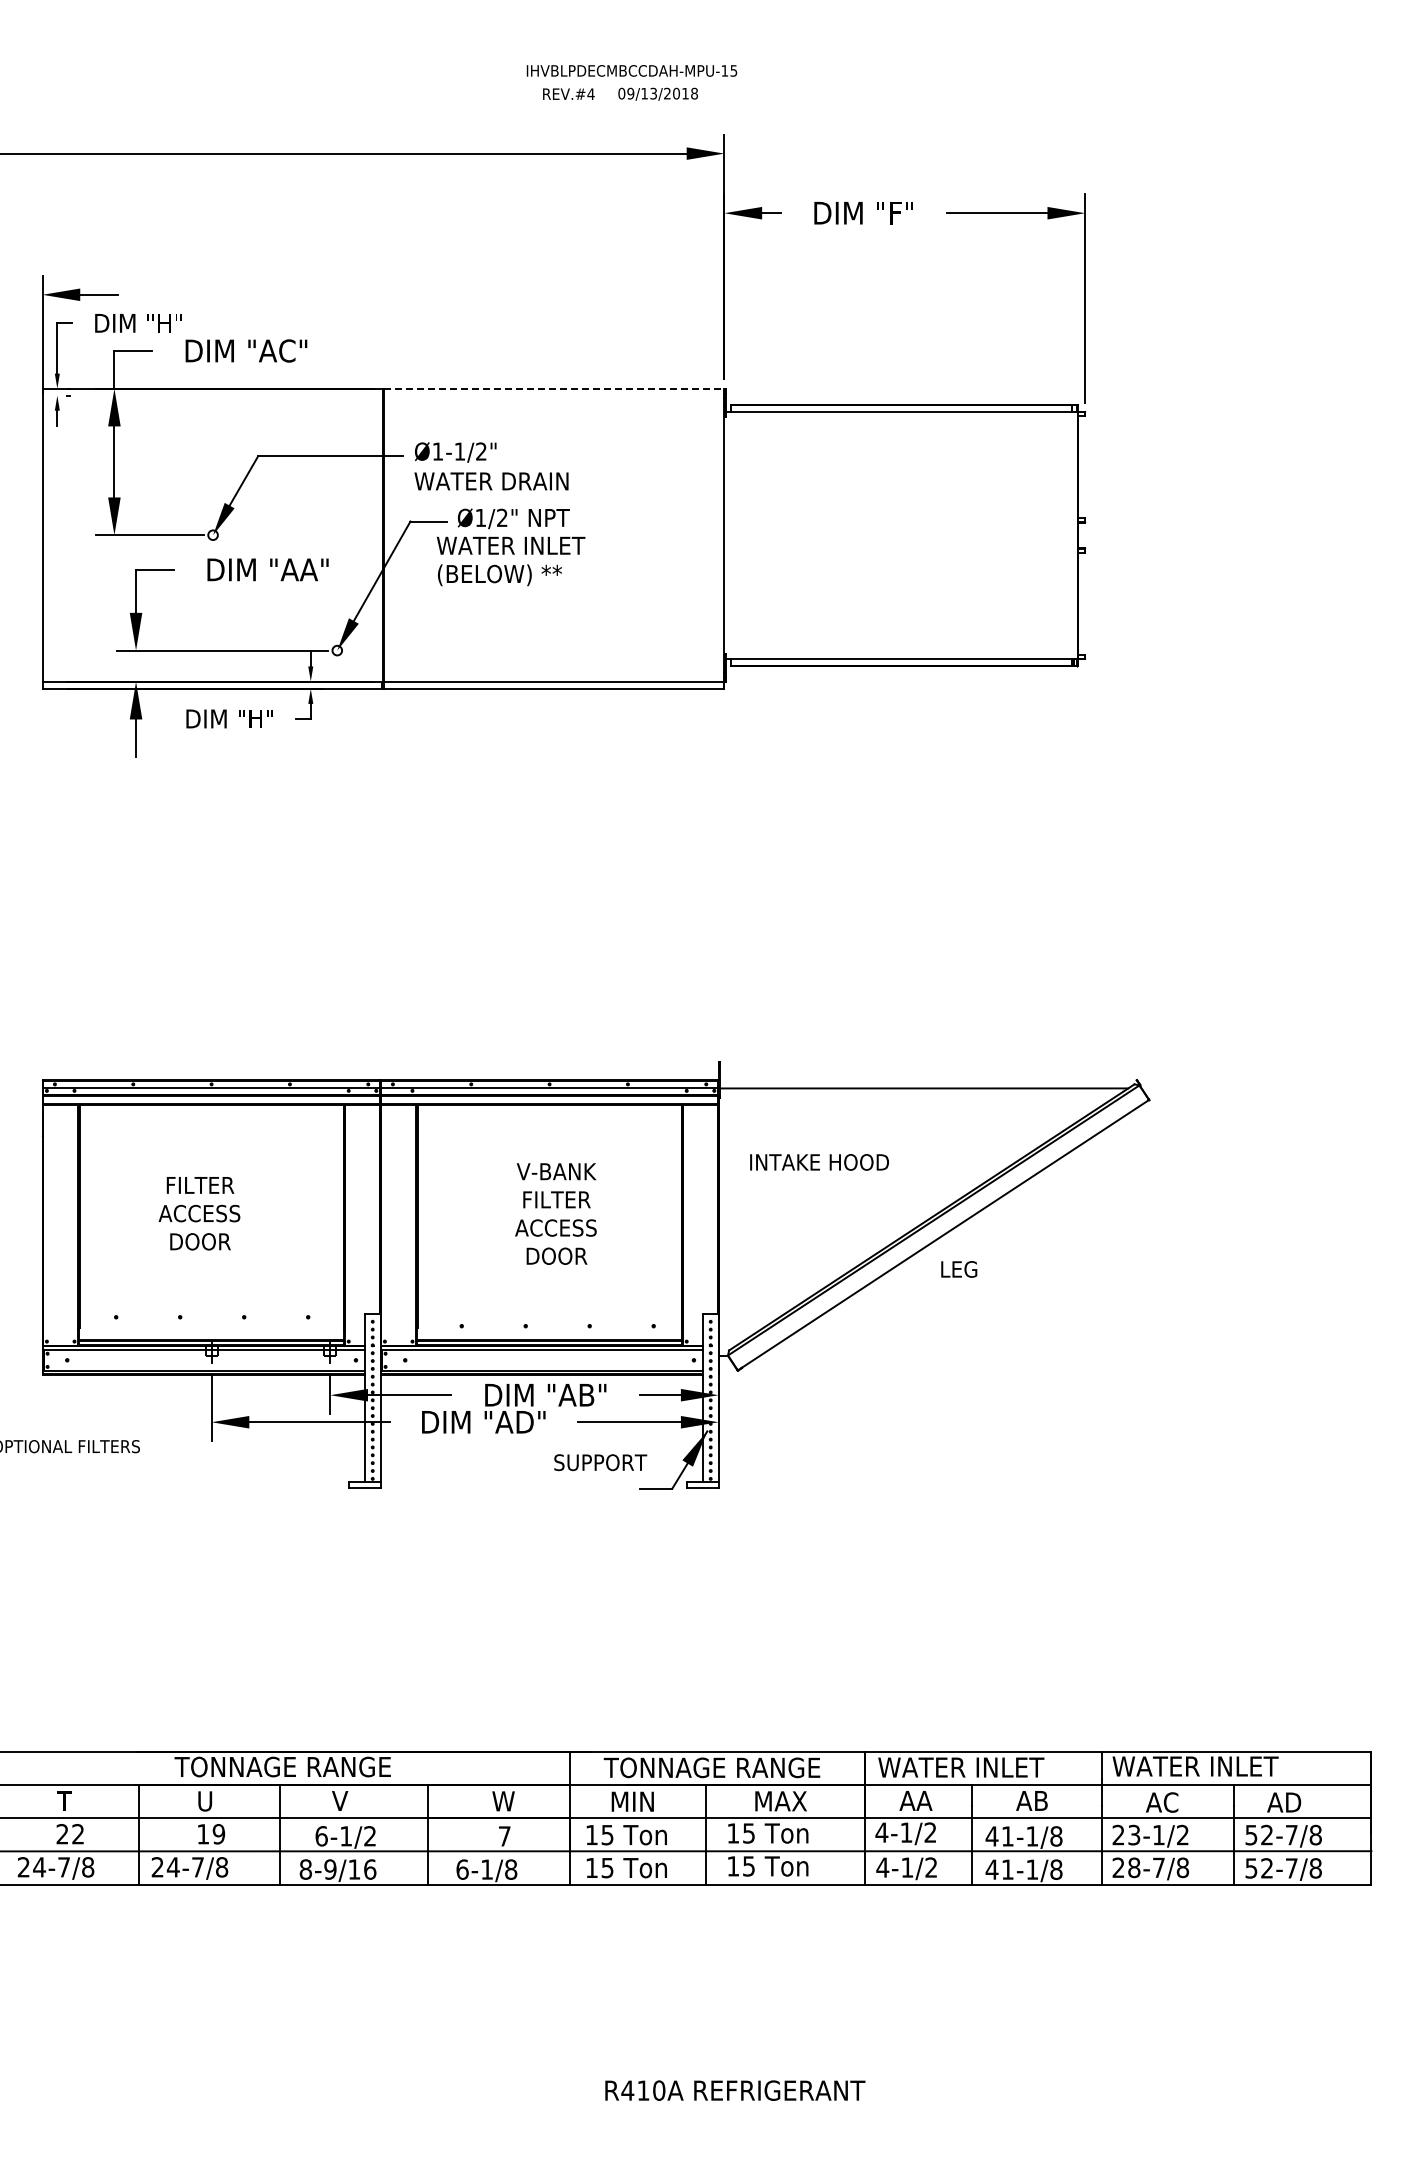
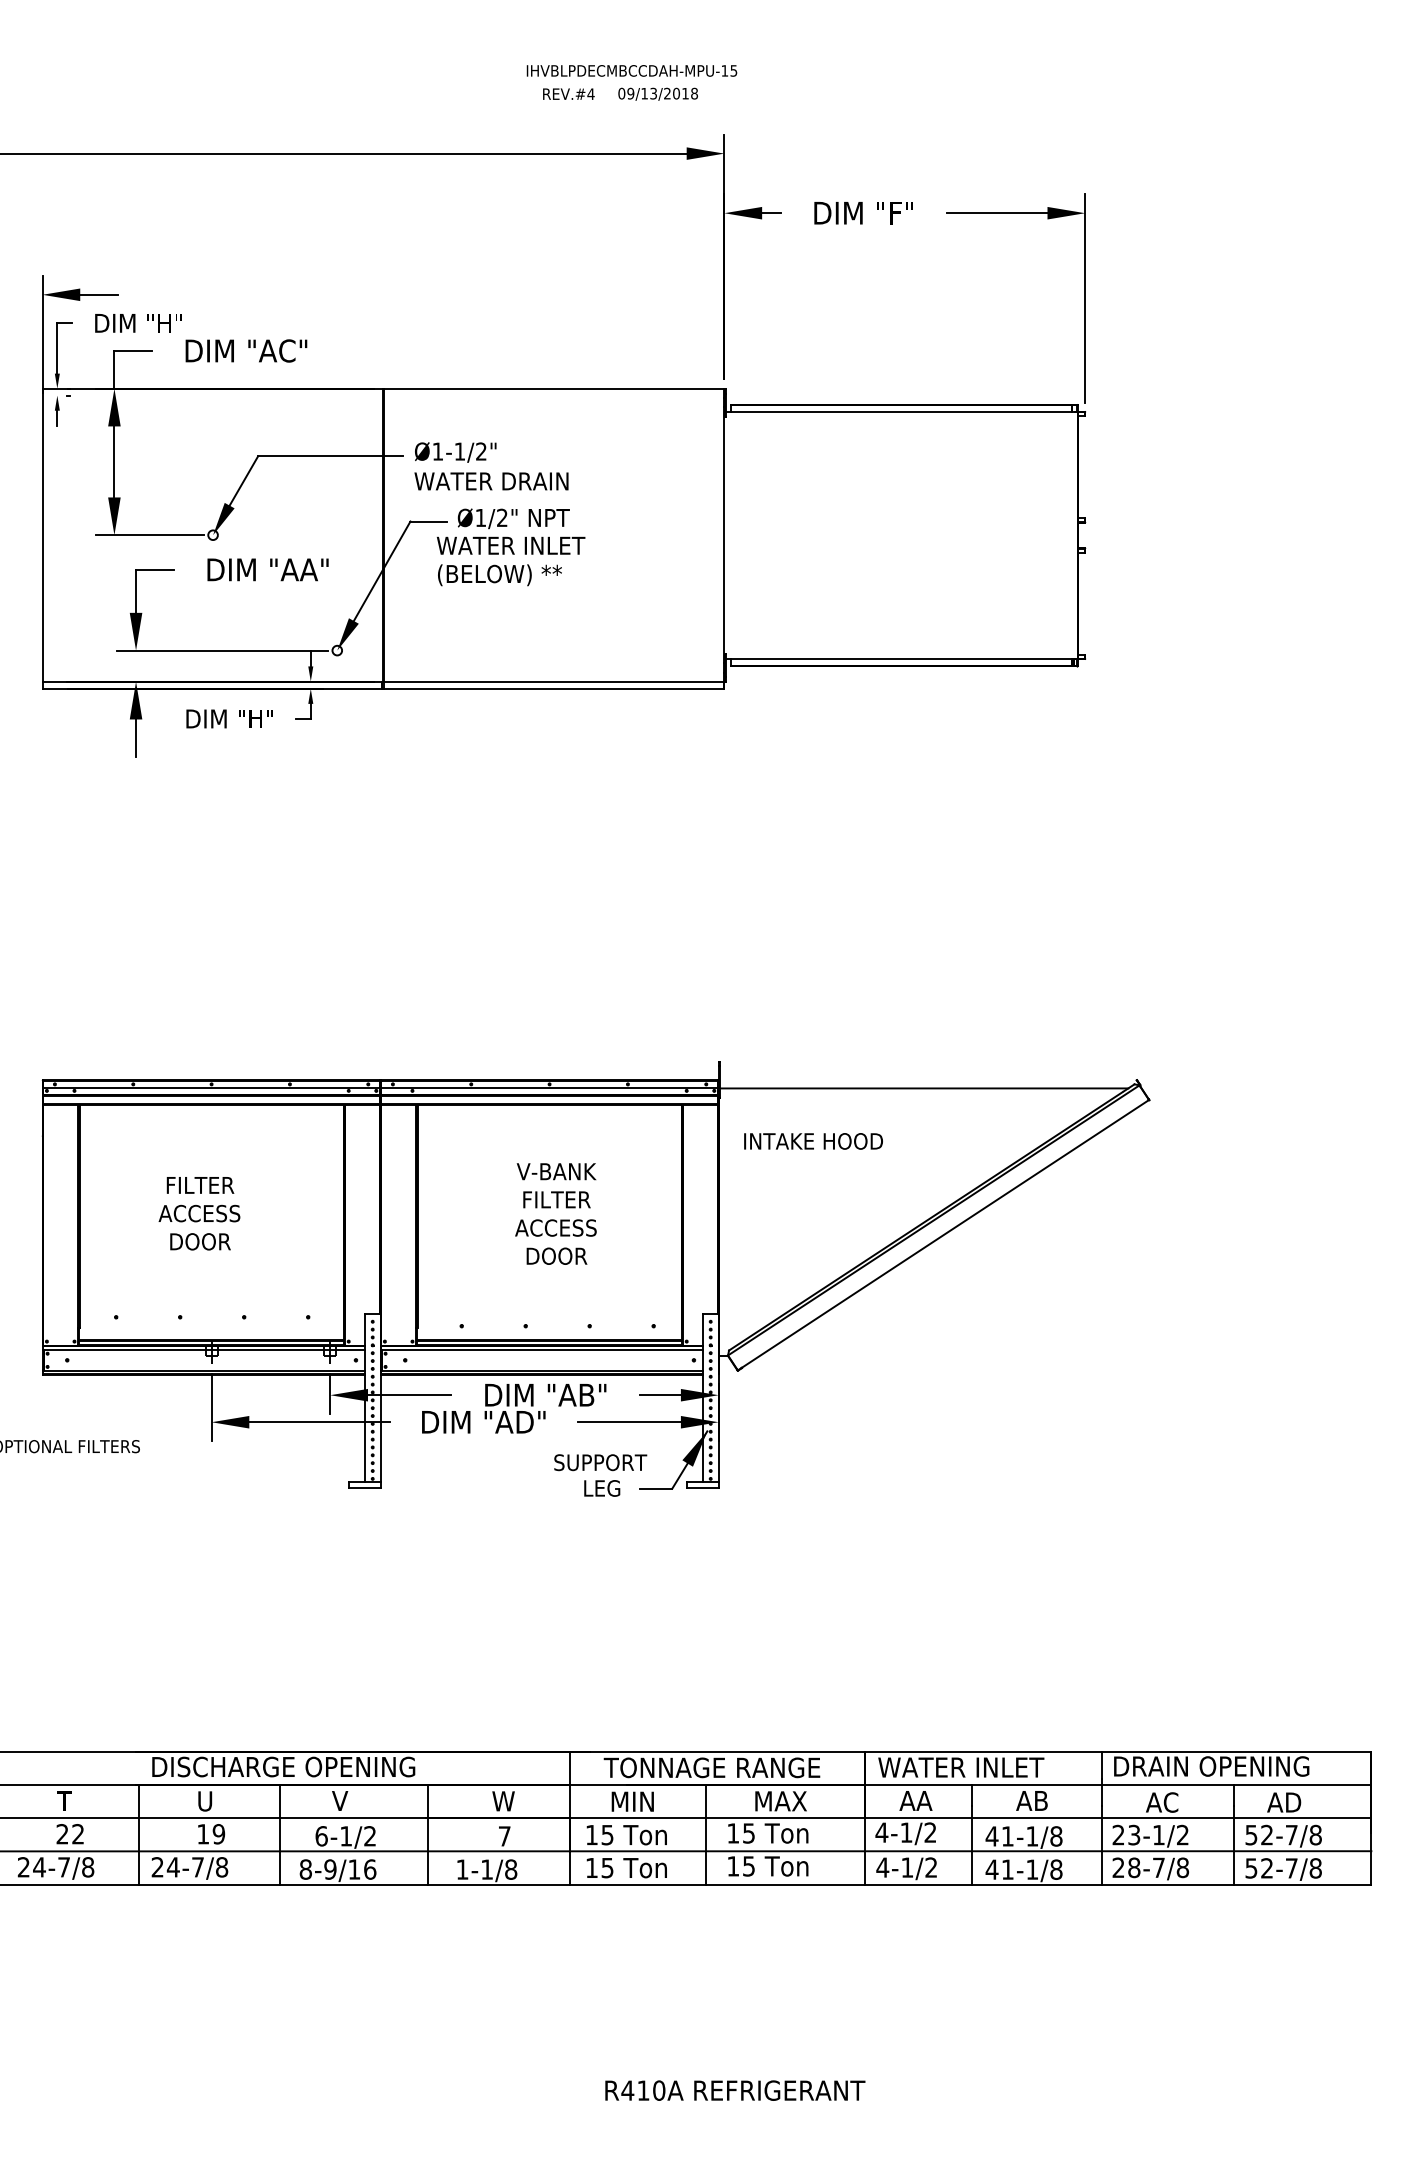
line at (554, 388): dashed -> solid
text at (819, 1162) position: (819, 1162) -> (813, 1141)
text at (959, 1269) position: (959, 1269) -> (602, 1488)
text at (283, 1766): TONNAGE RANGE -> DISCHARGE OPENING
text at (1210, 1766): WATER INLET -> DRAIN OPENING
text at (462, 1869): 6-1/8 -> 1-1/8
